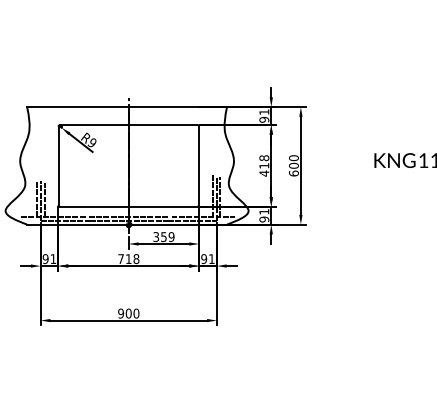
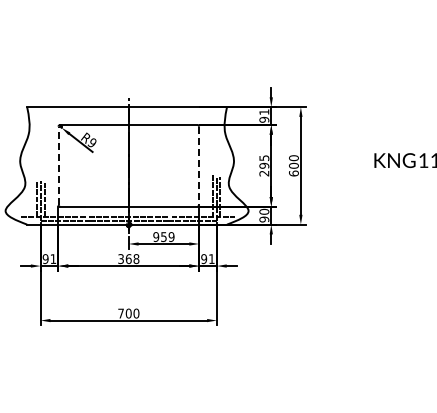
line at (58, 165): solid -> dashed
text at (264, 165): 418 -> 295
line at (199, 166): solid -> dashed
text at (264, 211): 91 -> 90
text at (156, 236): 359 -> 959
text at (124, 259): 718 -> 368
text at (121, 313): 900 -> 700
